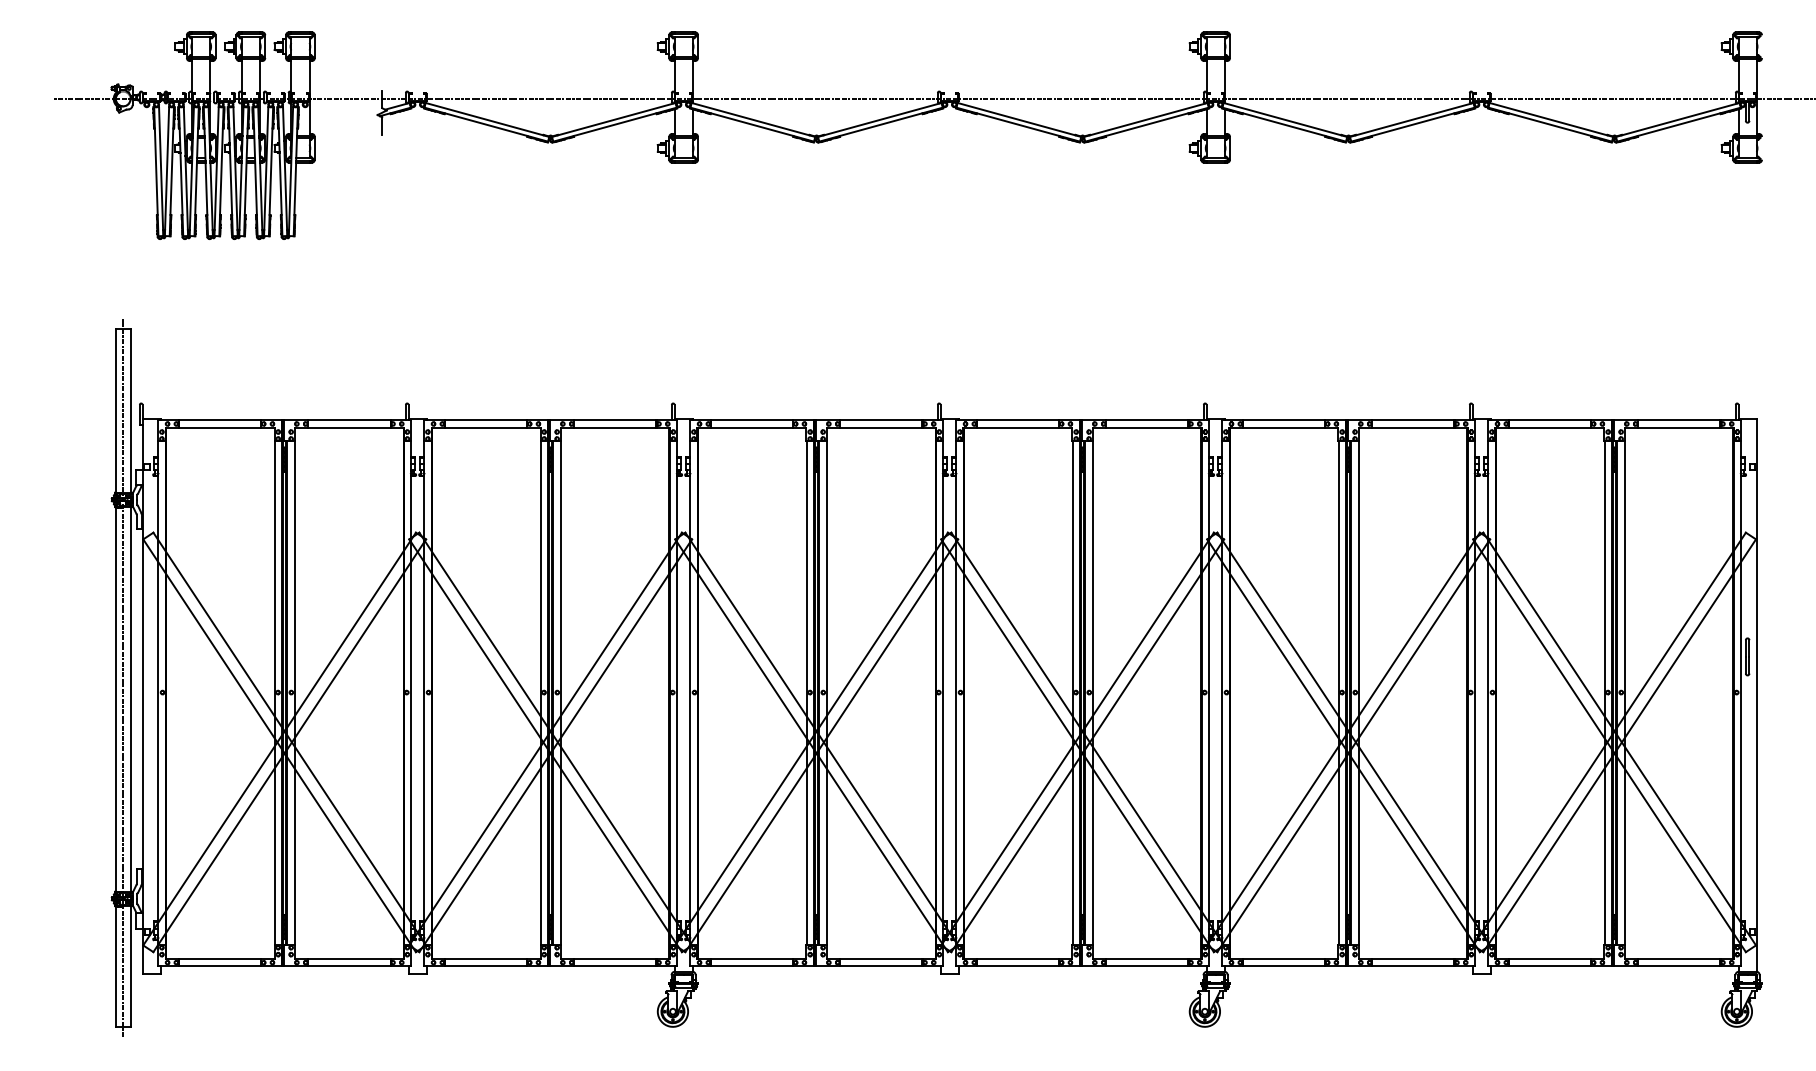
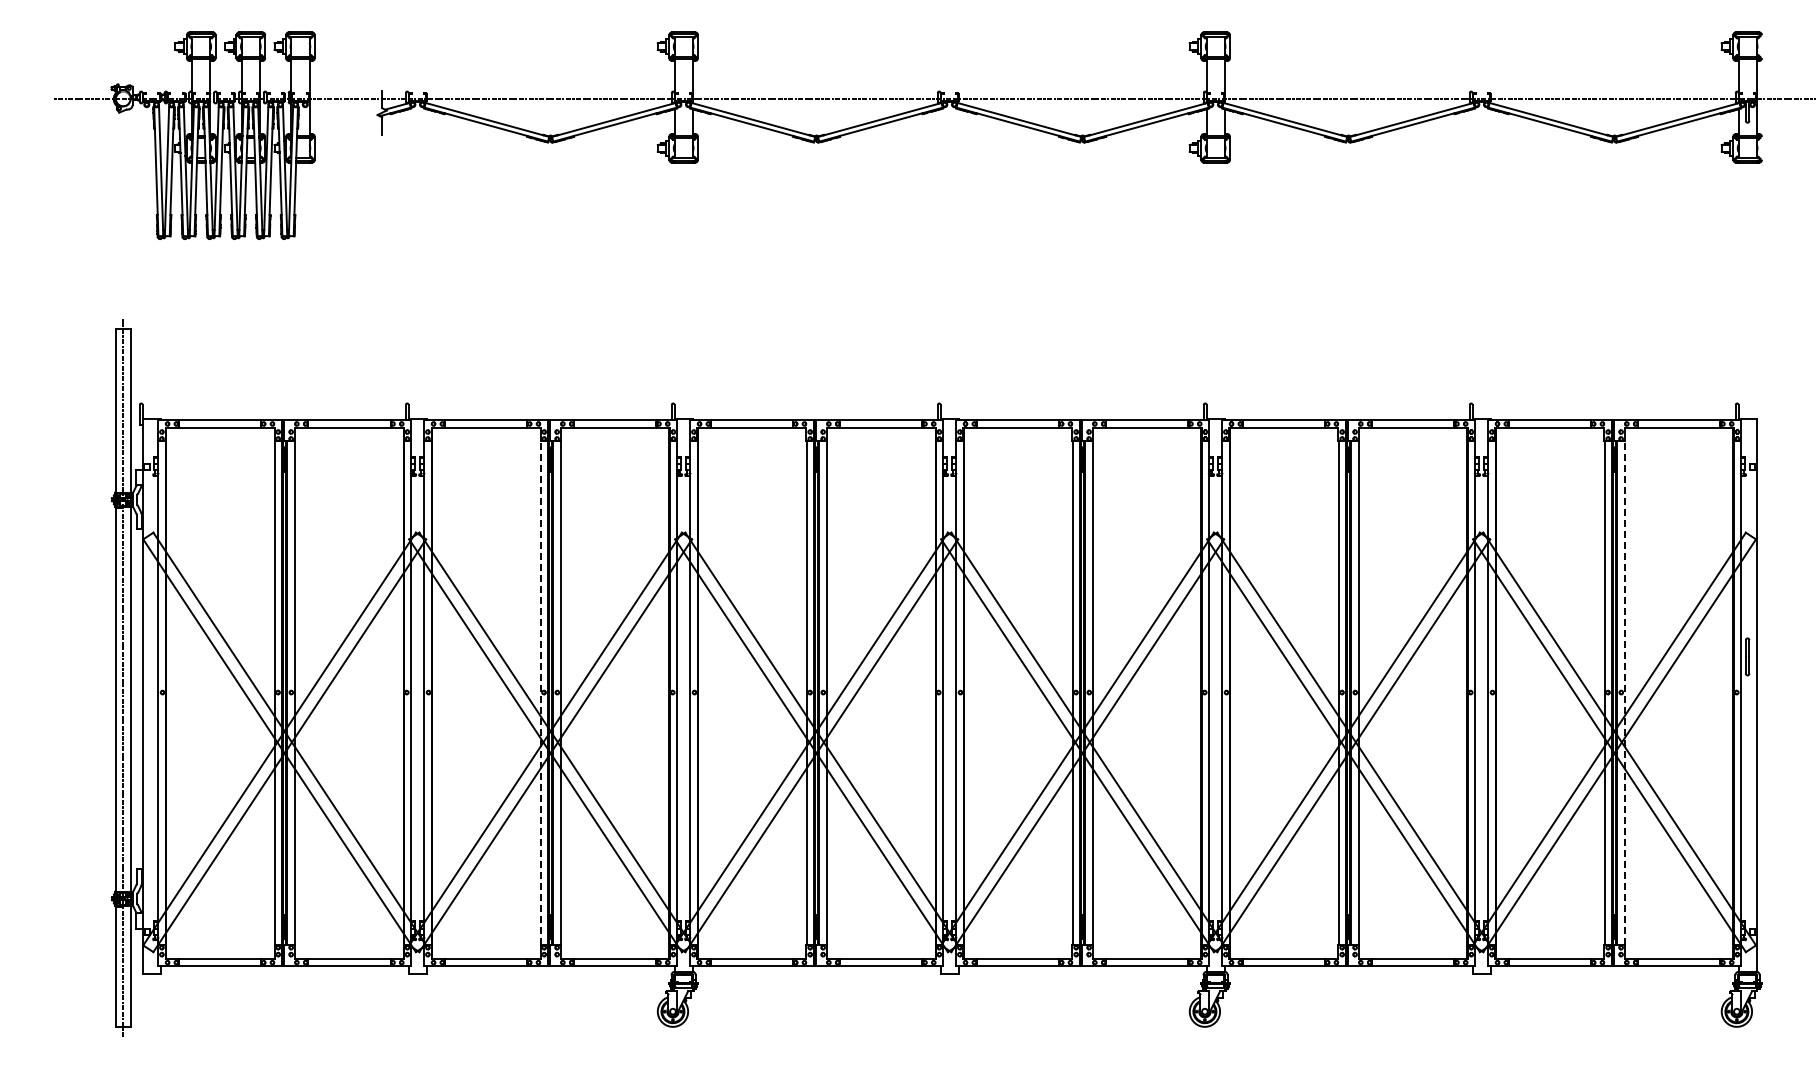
line at (540, 693): solid -> dashed
line at (1624, 693): solid -> dashed
